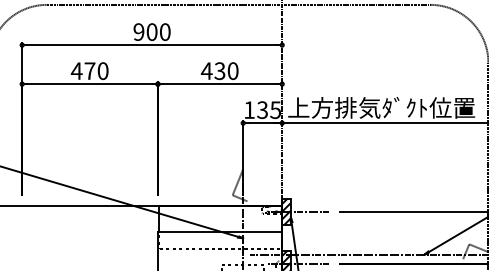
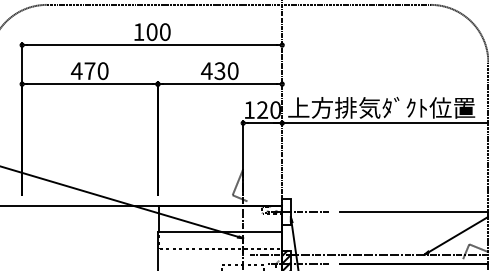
text at (138, 31): 900 -> 100
text at (268, 110): 135 -> 120
hatch at (286, 211): present -> none
